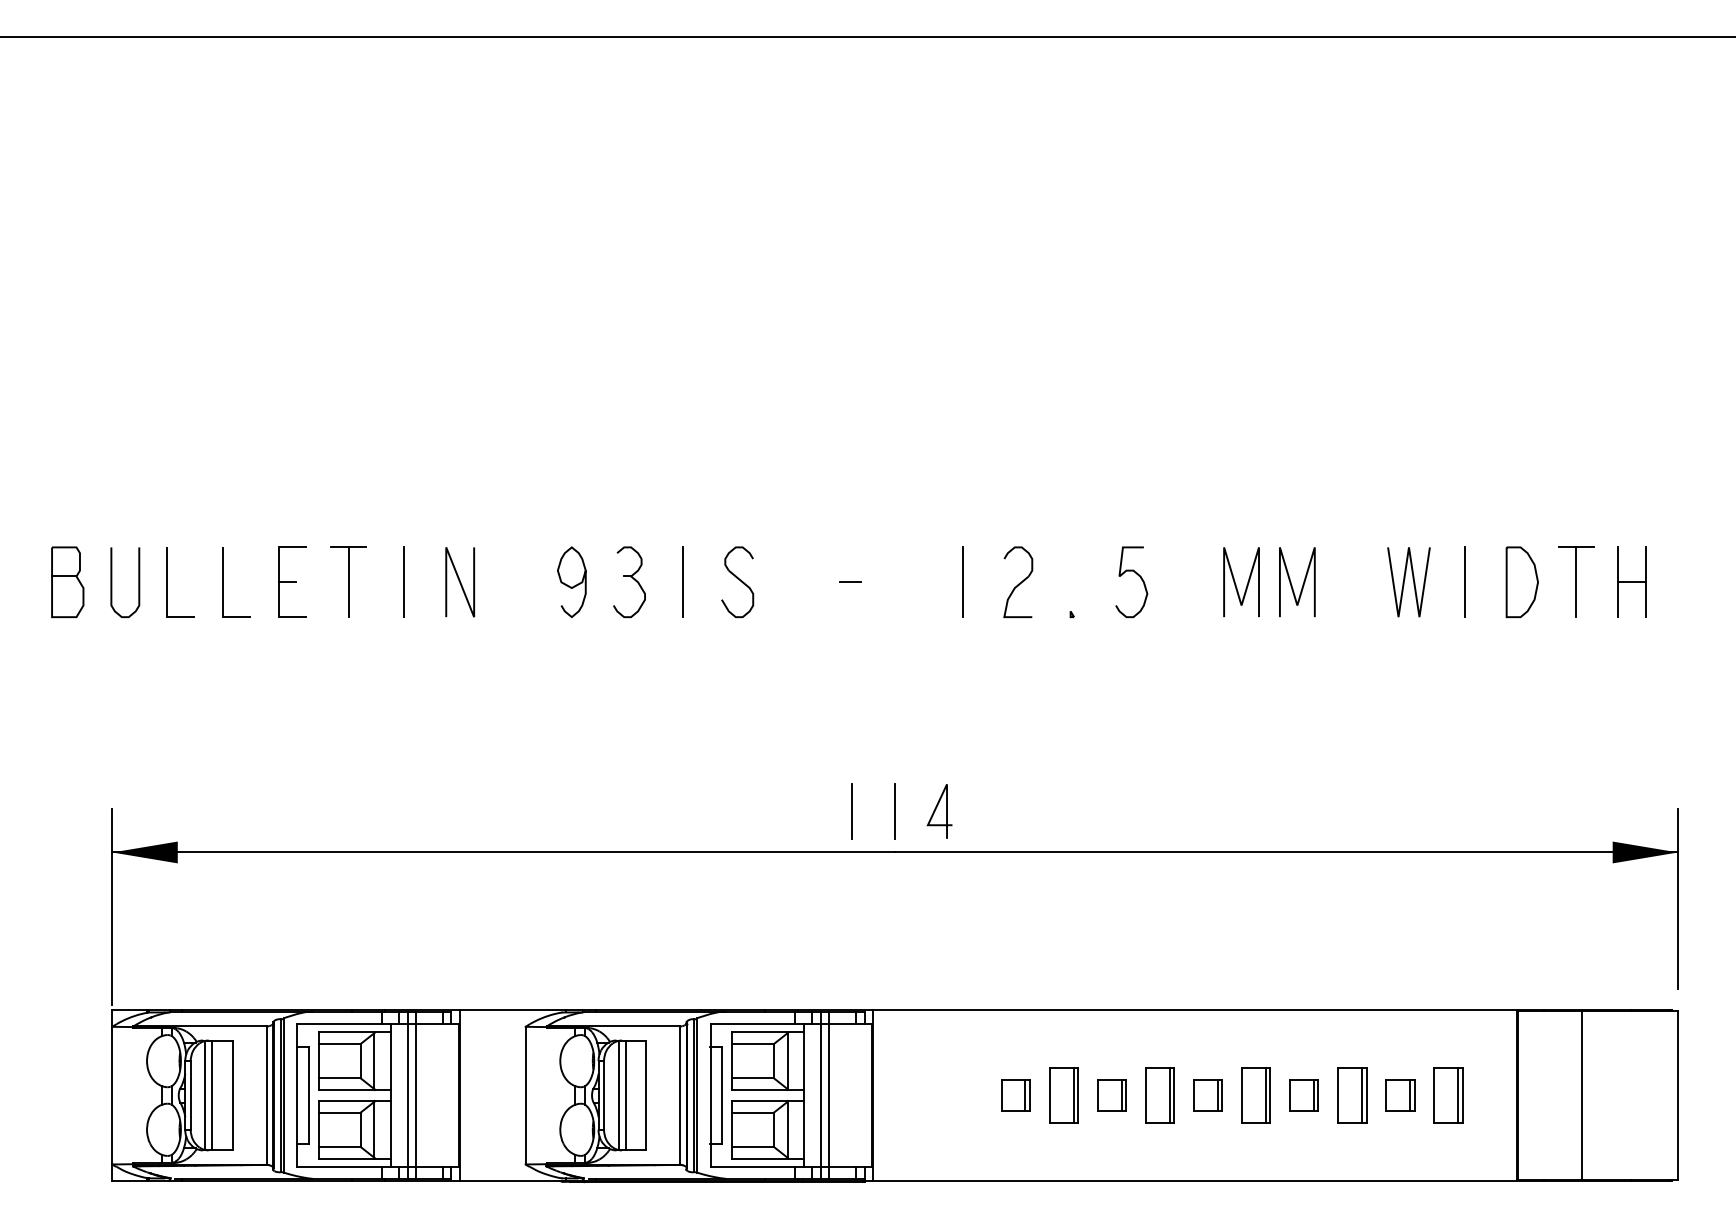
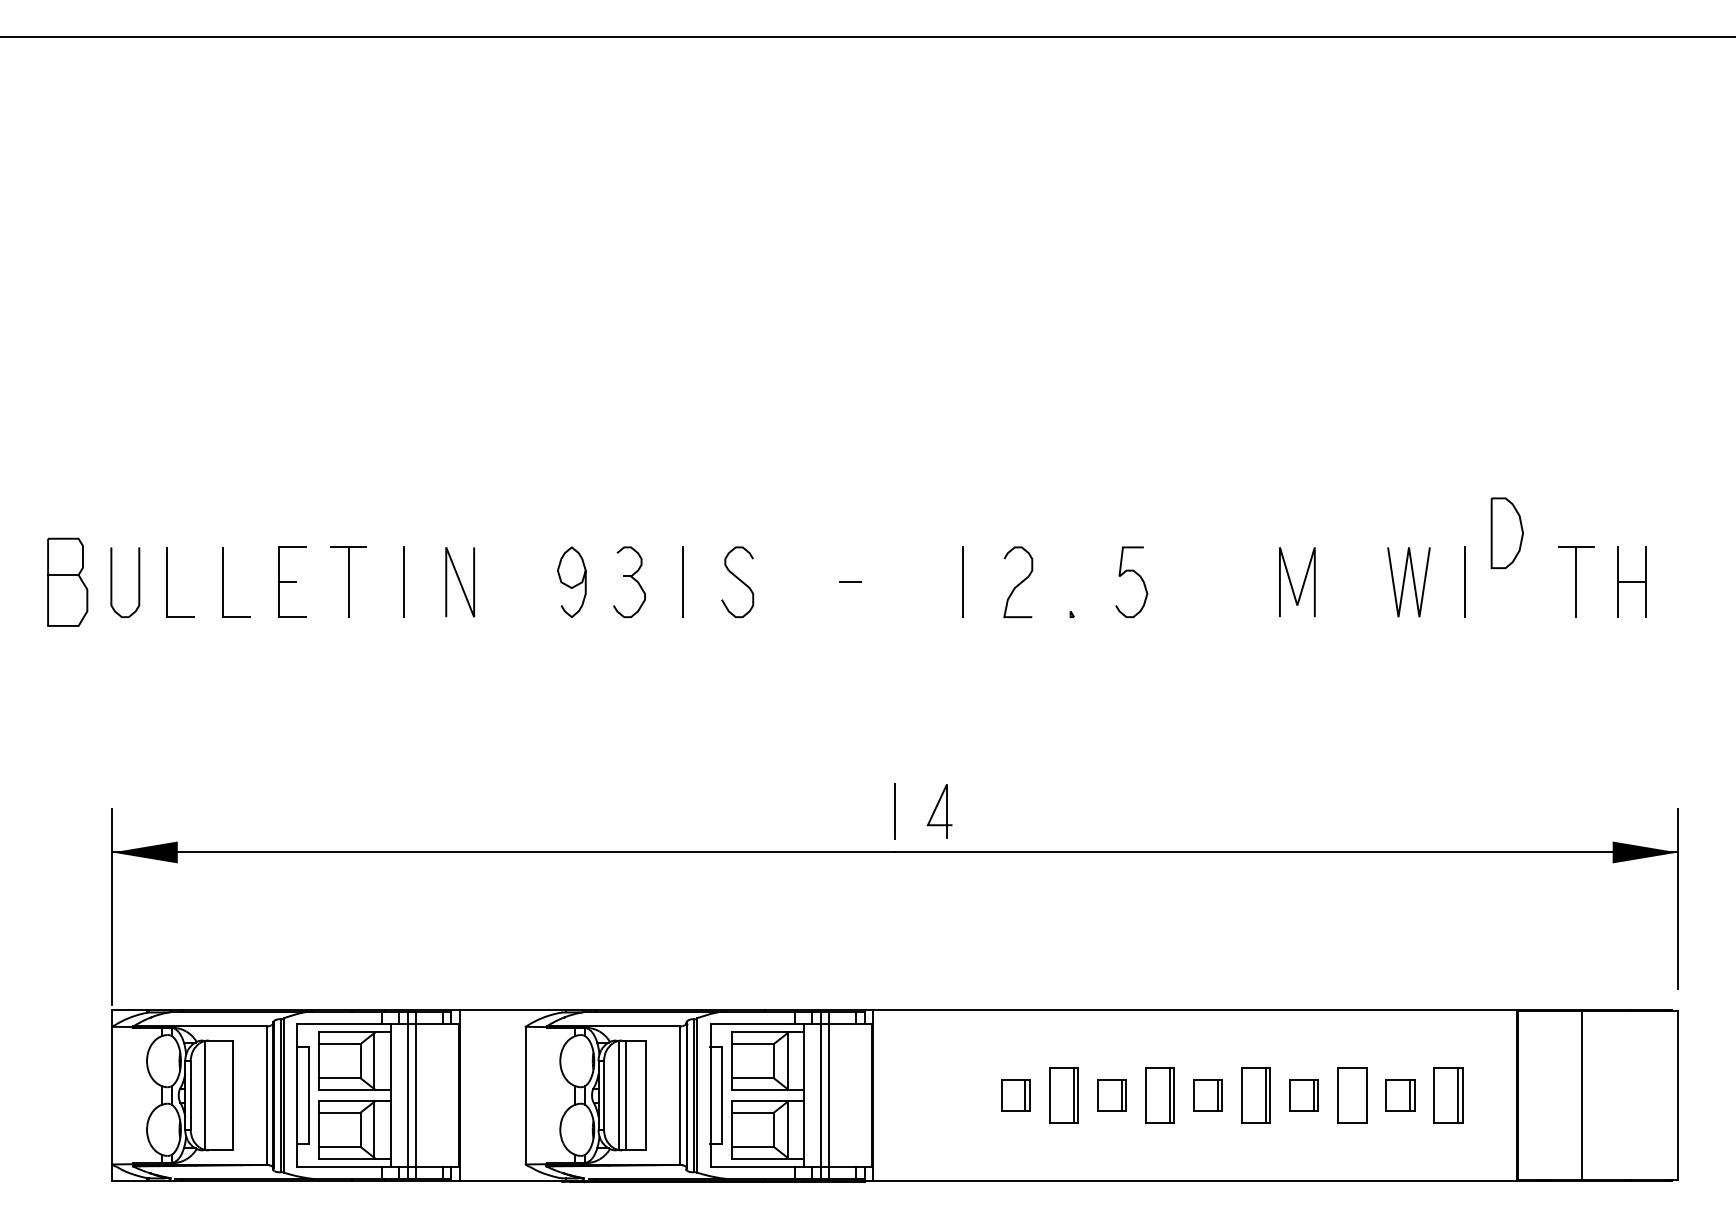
part at (67, 581) size: 34x72 px -> 42x90 px
part at (1521, 581) position: (1521, 581) -> (1506, 532)
line at (1236, 584): present -> none
line at (851, 811): present -> none
line at (212, 1095): present -> none
line at (1361, 1095): present -> none
